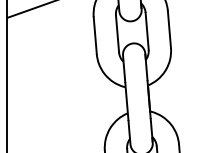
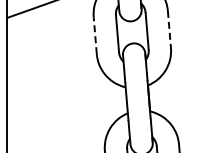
line at (169, 29): solid -> dashed
line at (95, 35): solid -> dashed
